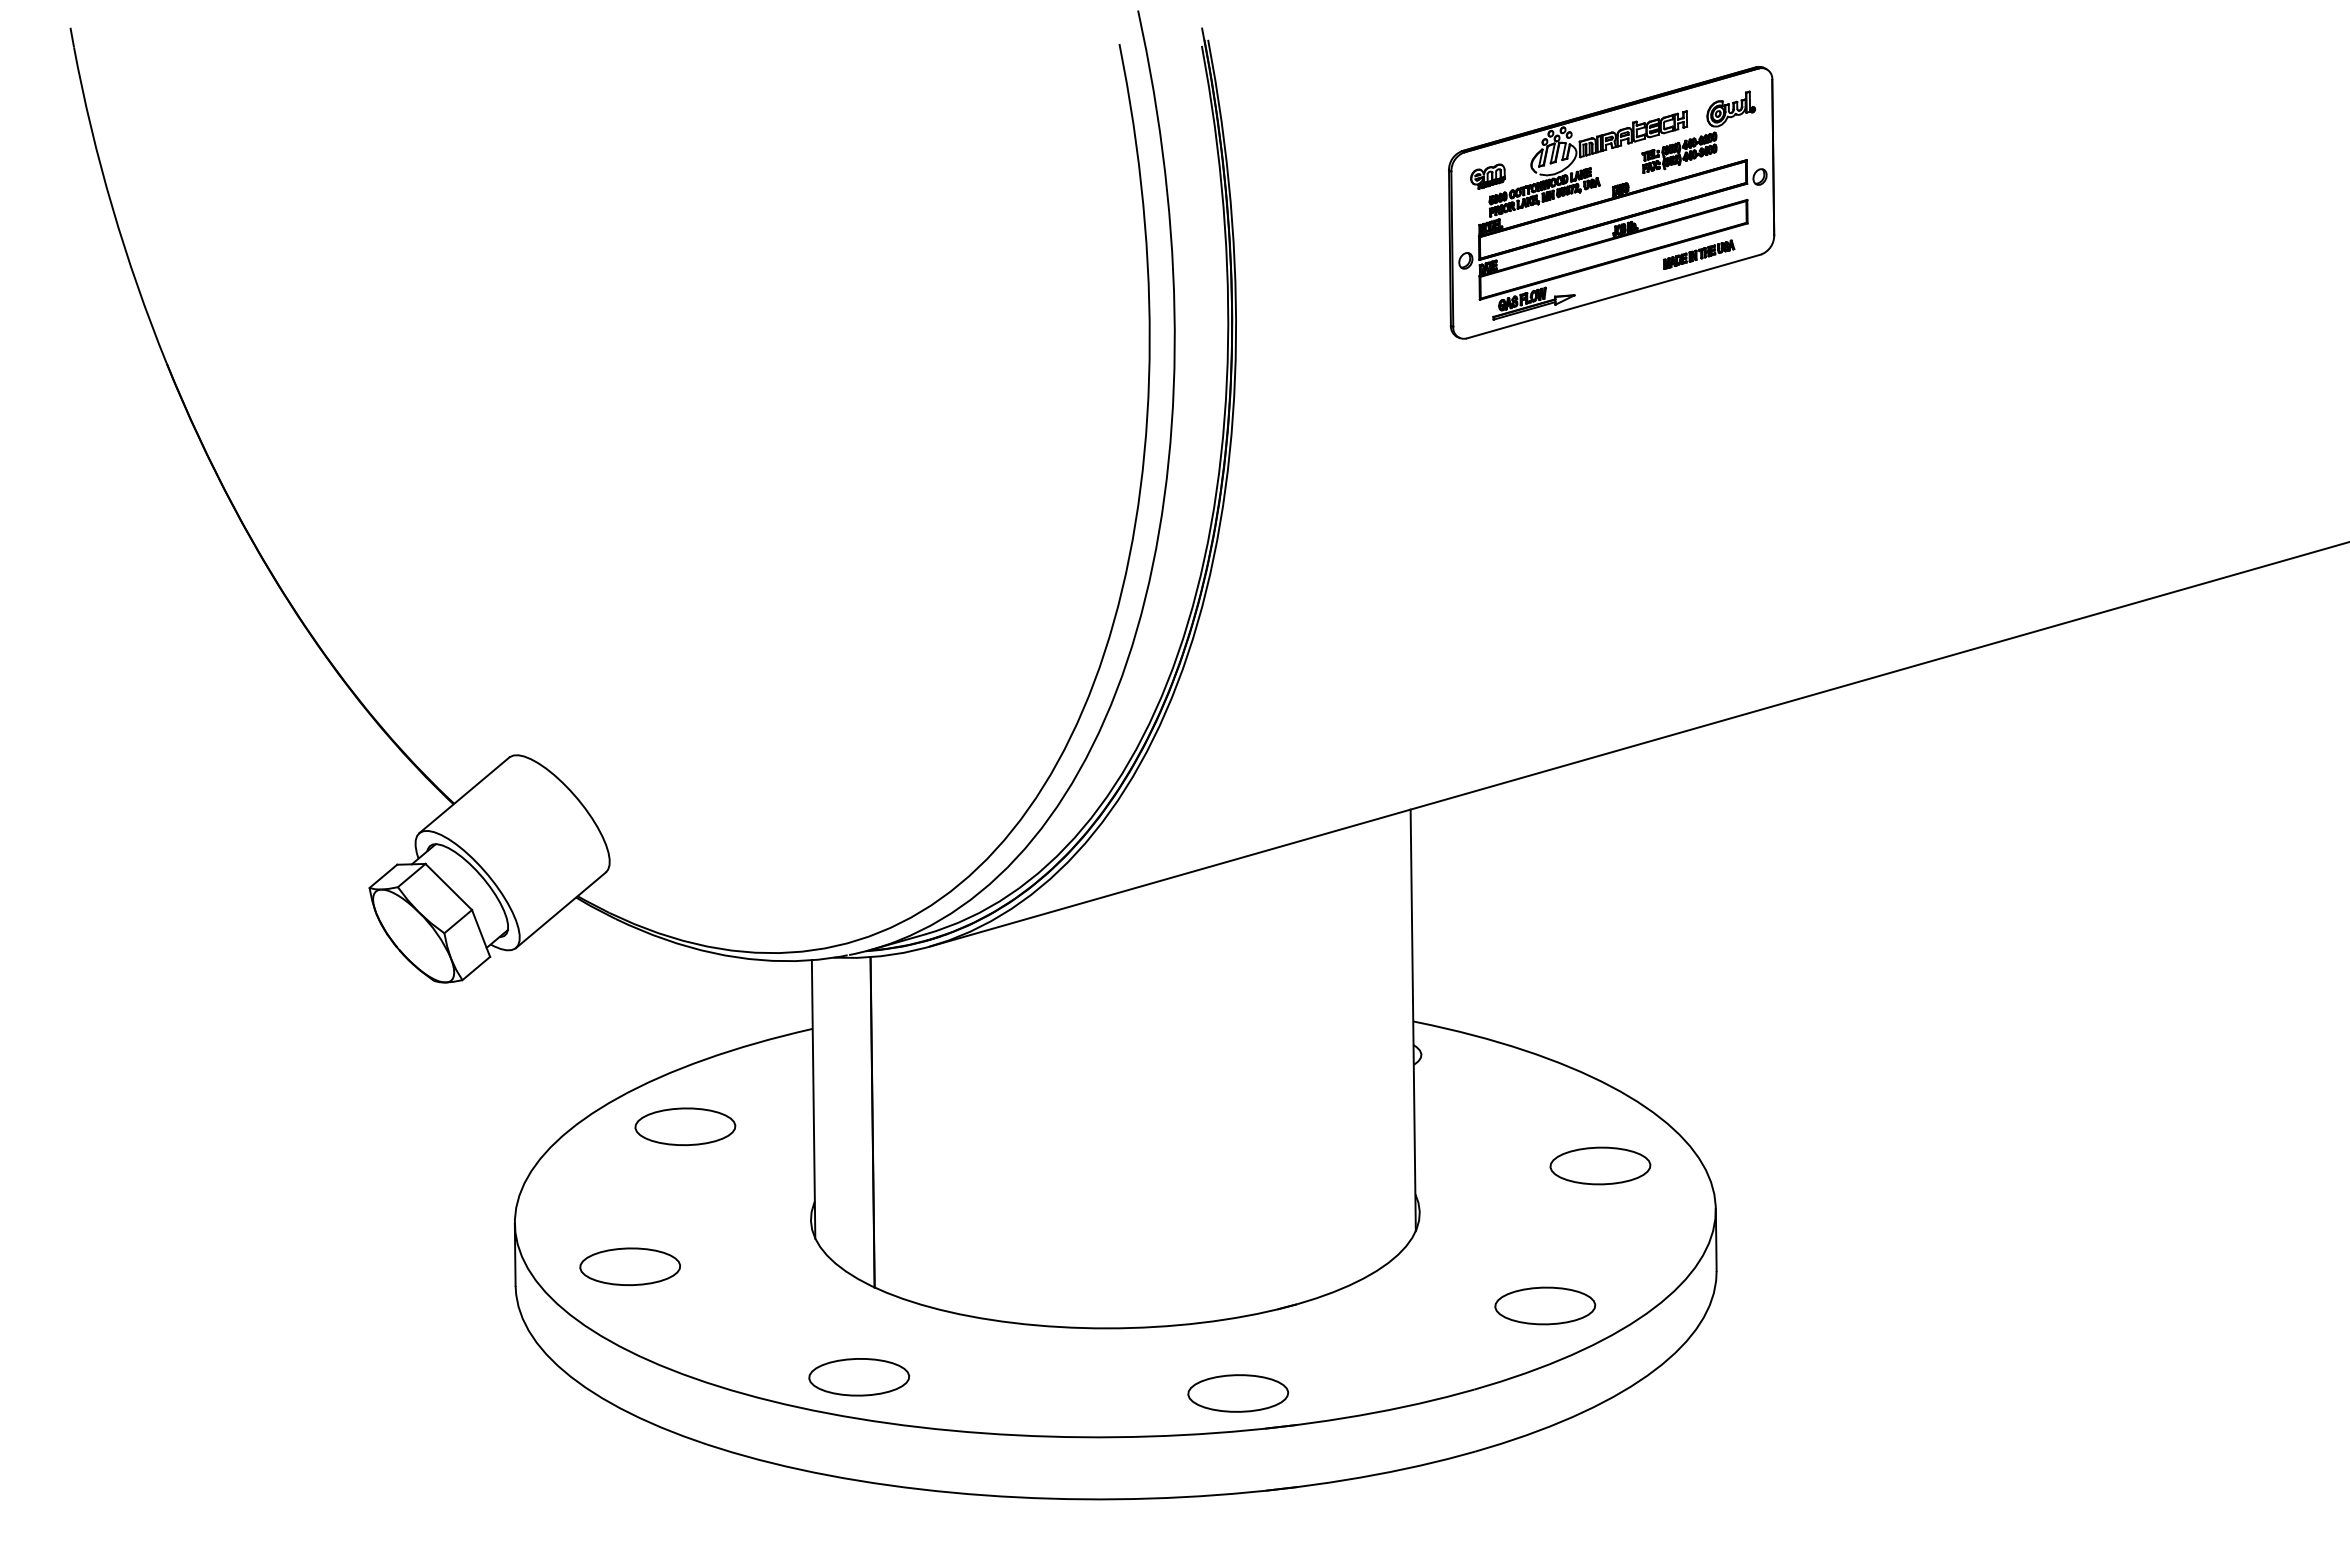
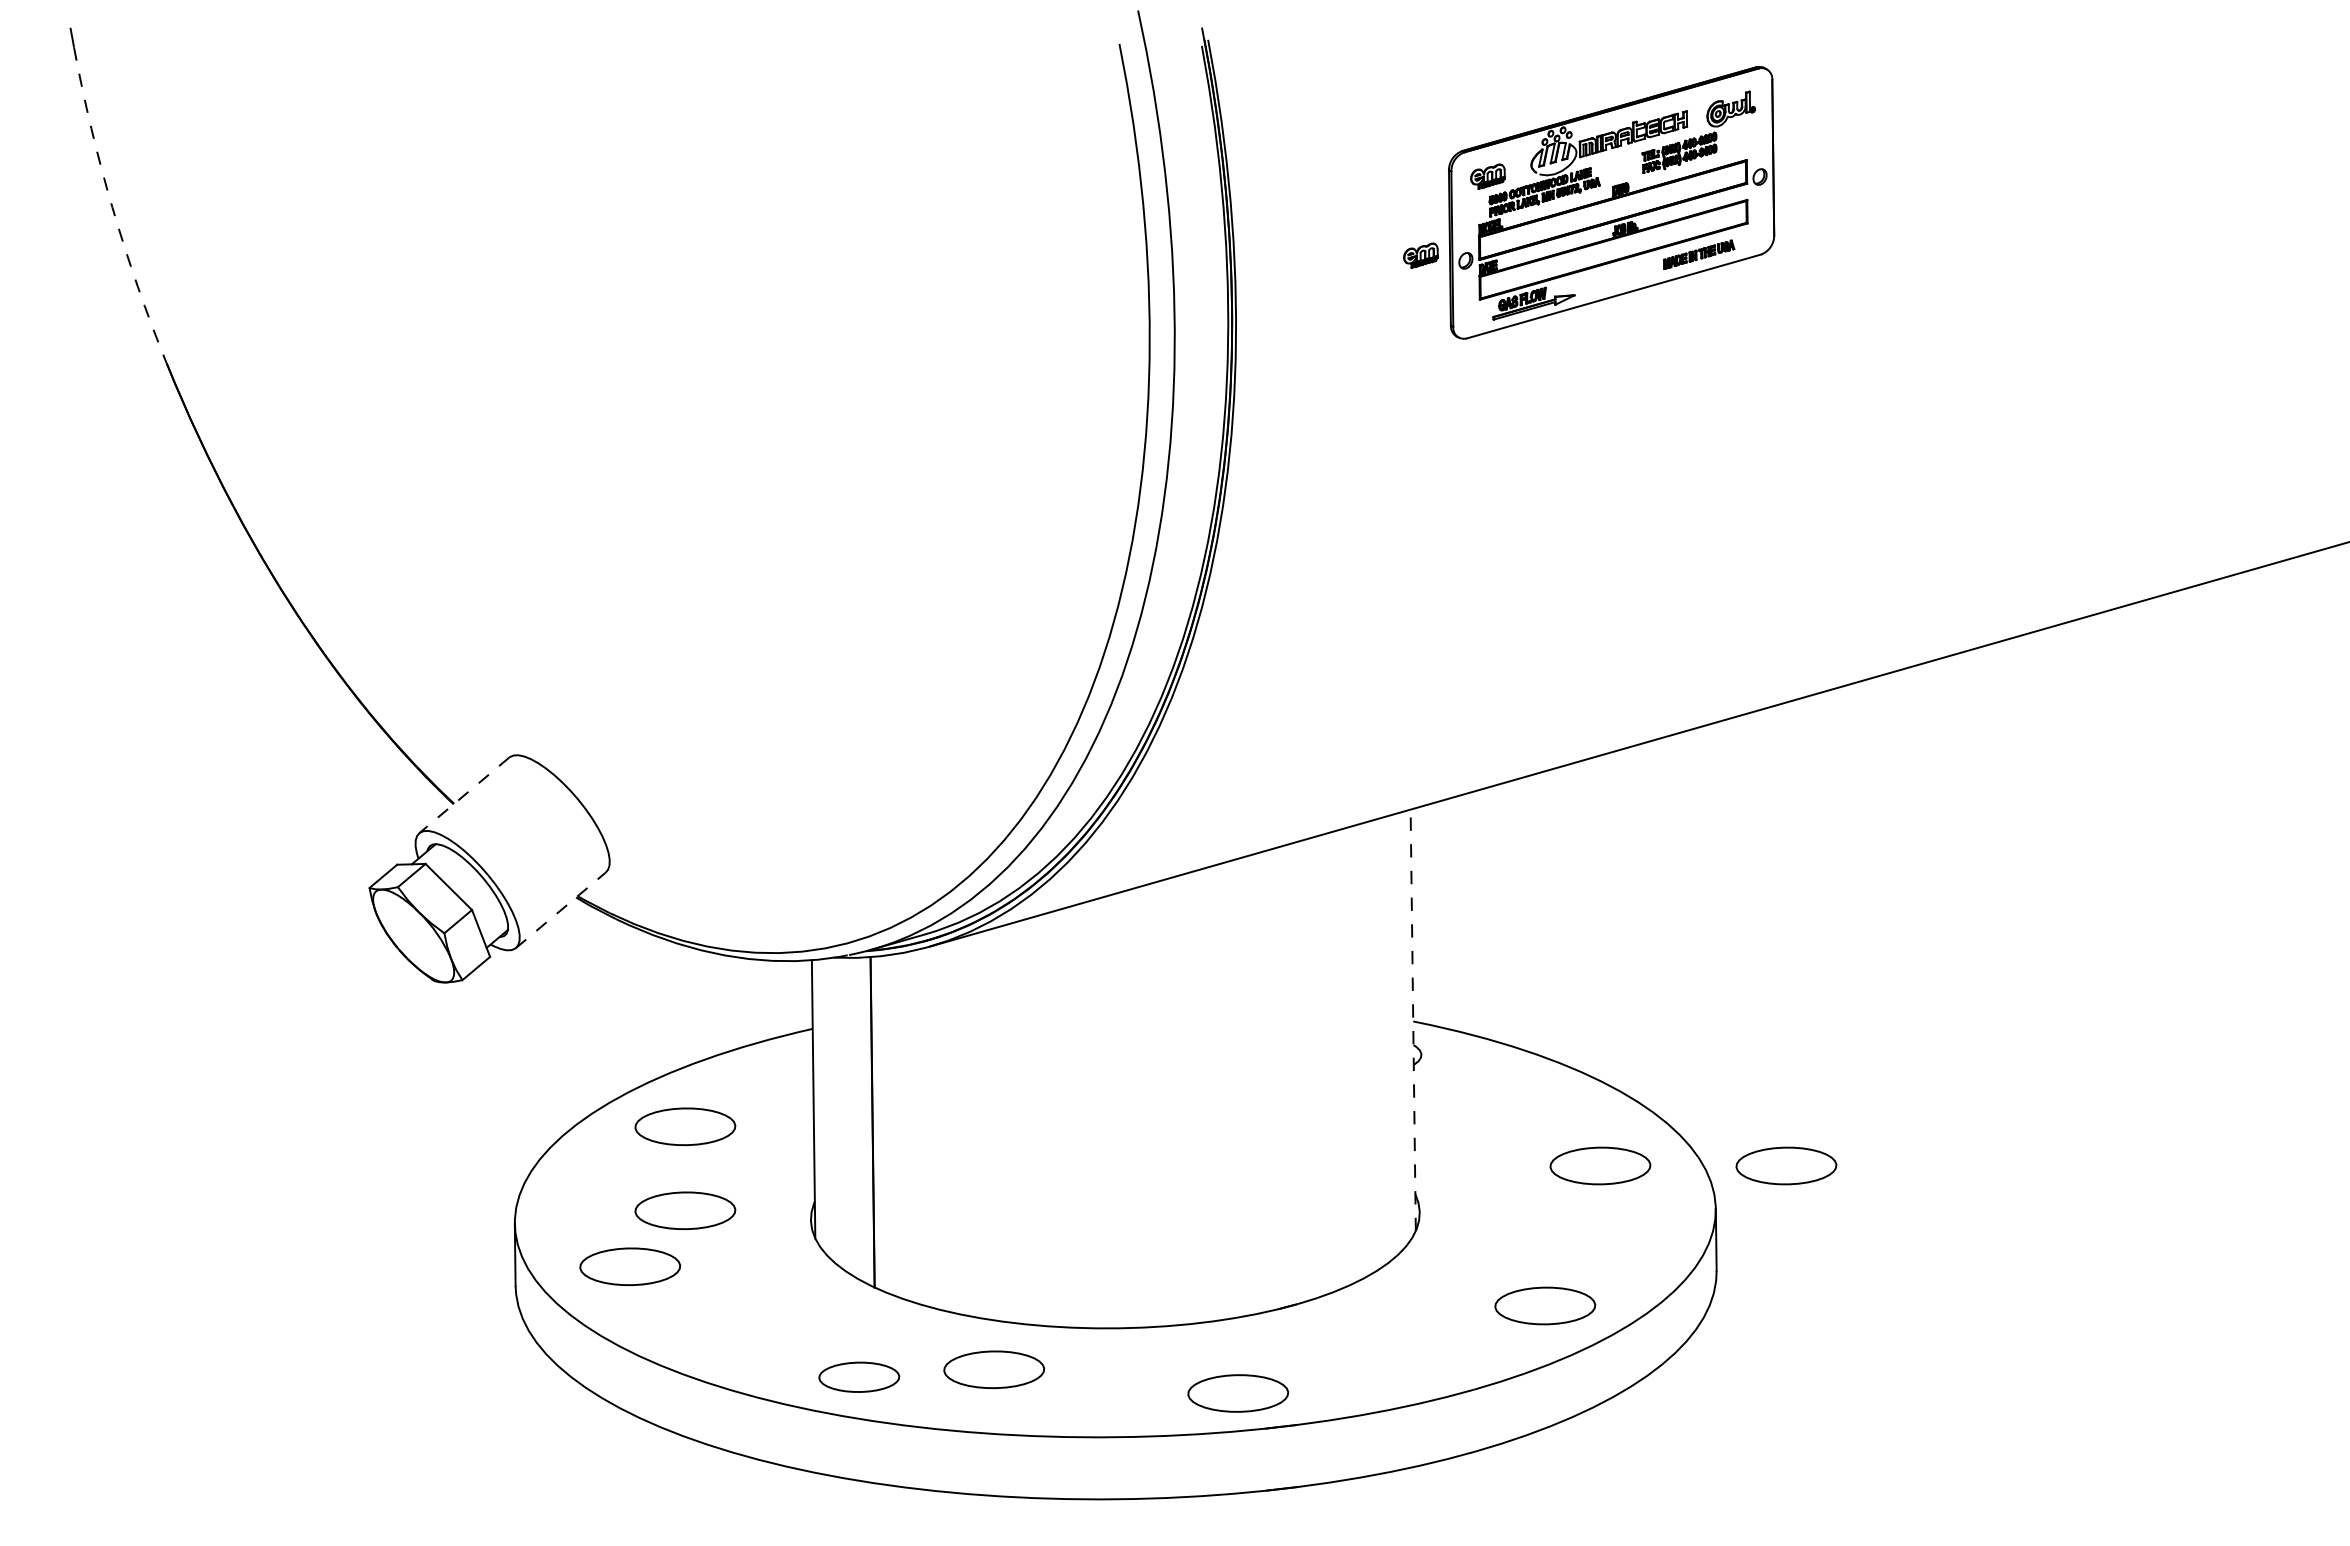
arc at (112, 207): solid -> dashed
part at (1420, 255): none -> present
line at (464, 795): solid -> dashed
line at (560, 910): solid -> dashed
line at (1413, 1020): solid -> dashed
part at (1786, 1165): none -> present
part at (685, 1210): none -> present
part at (994, 1369): none -> present
part at (859, 1377) size: 103x39 px -> 83x32 px
